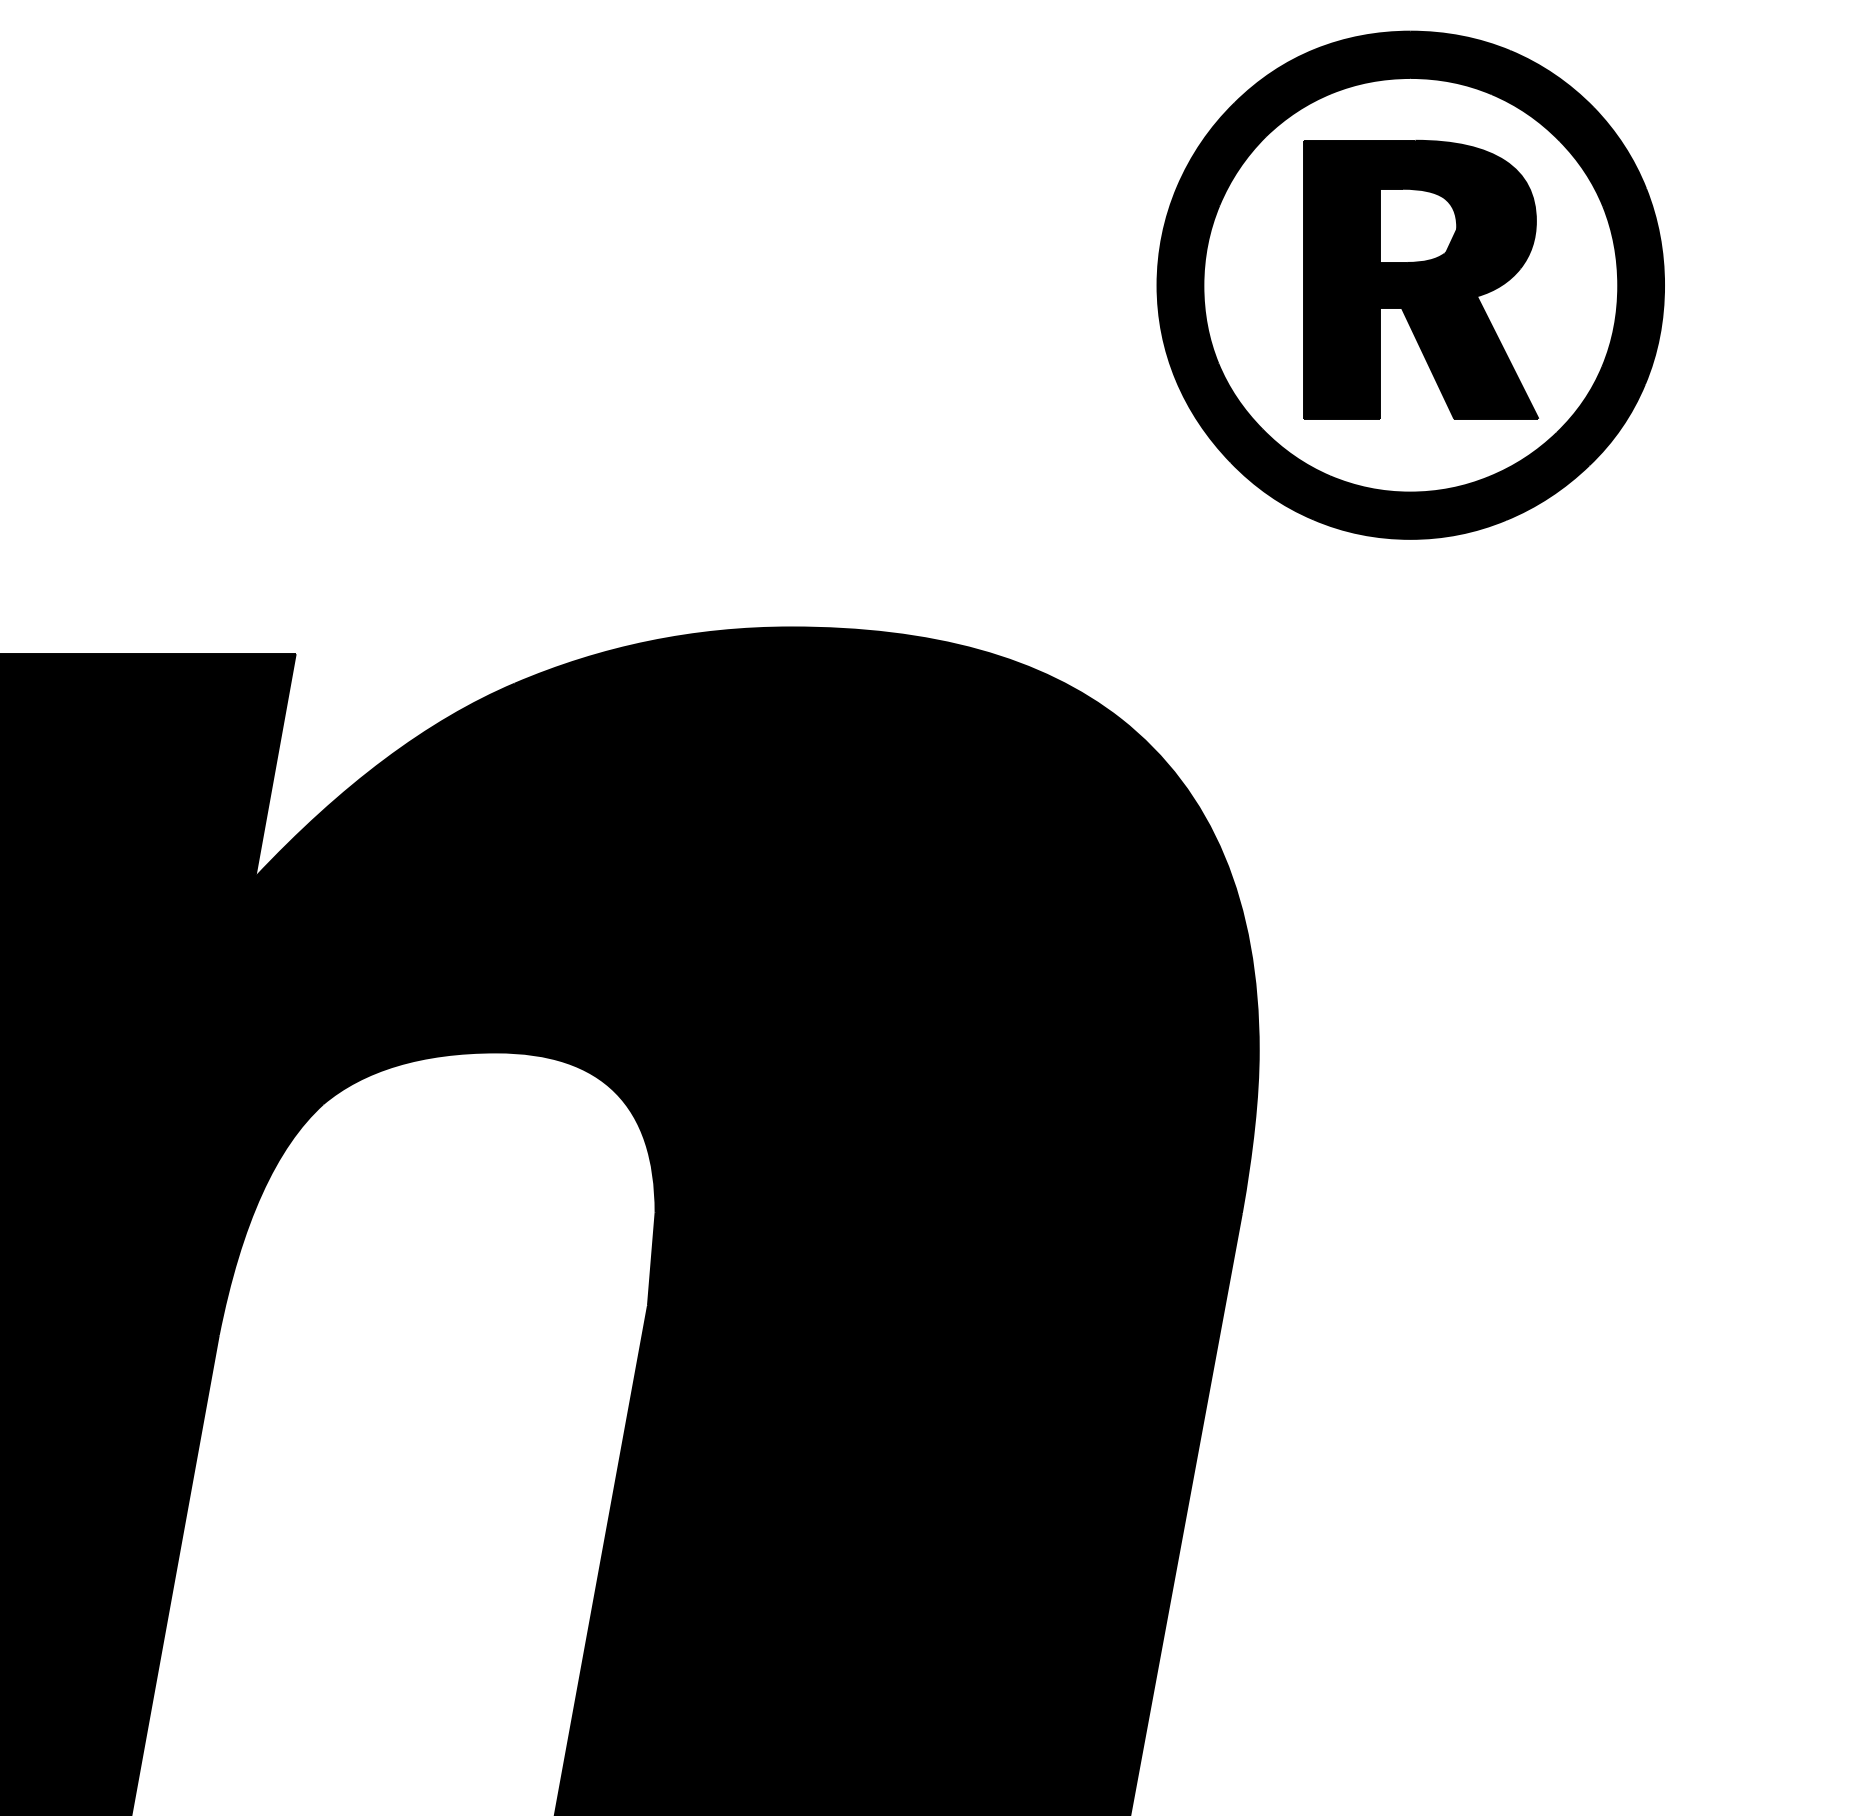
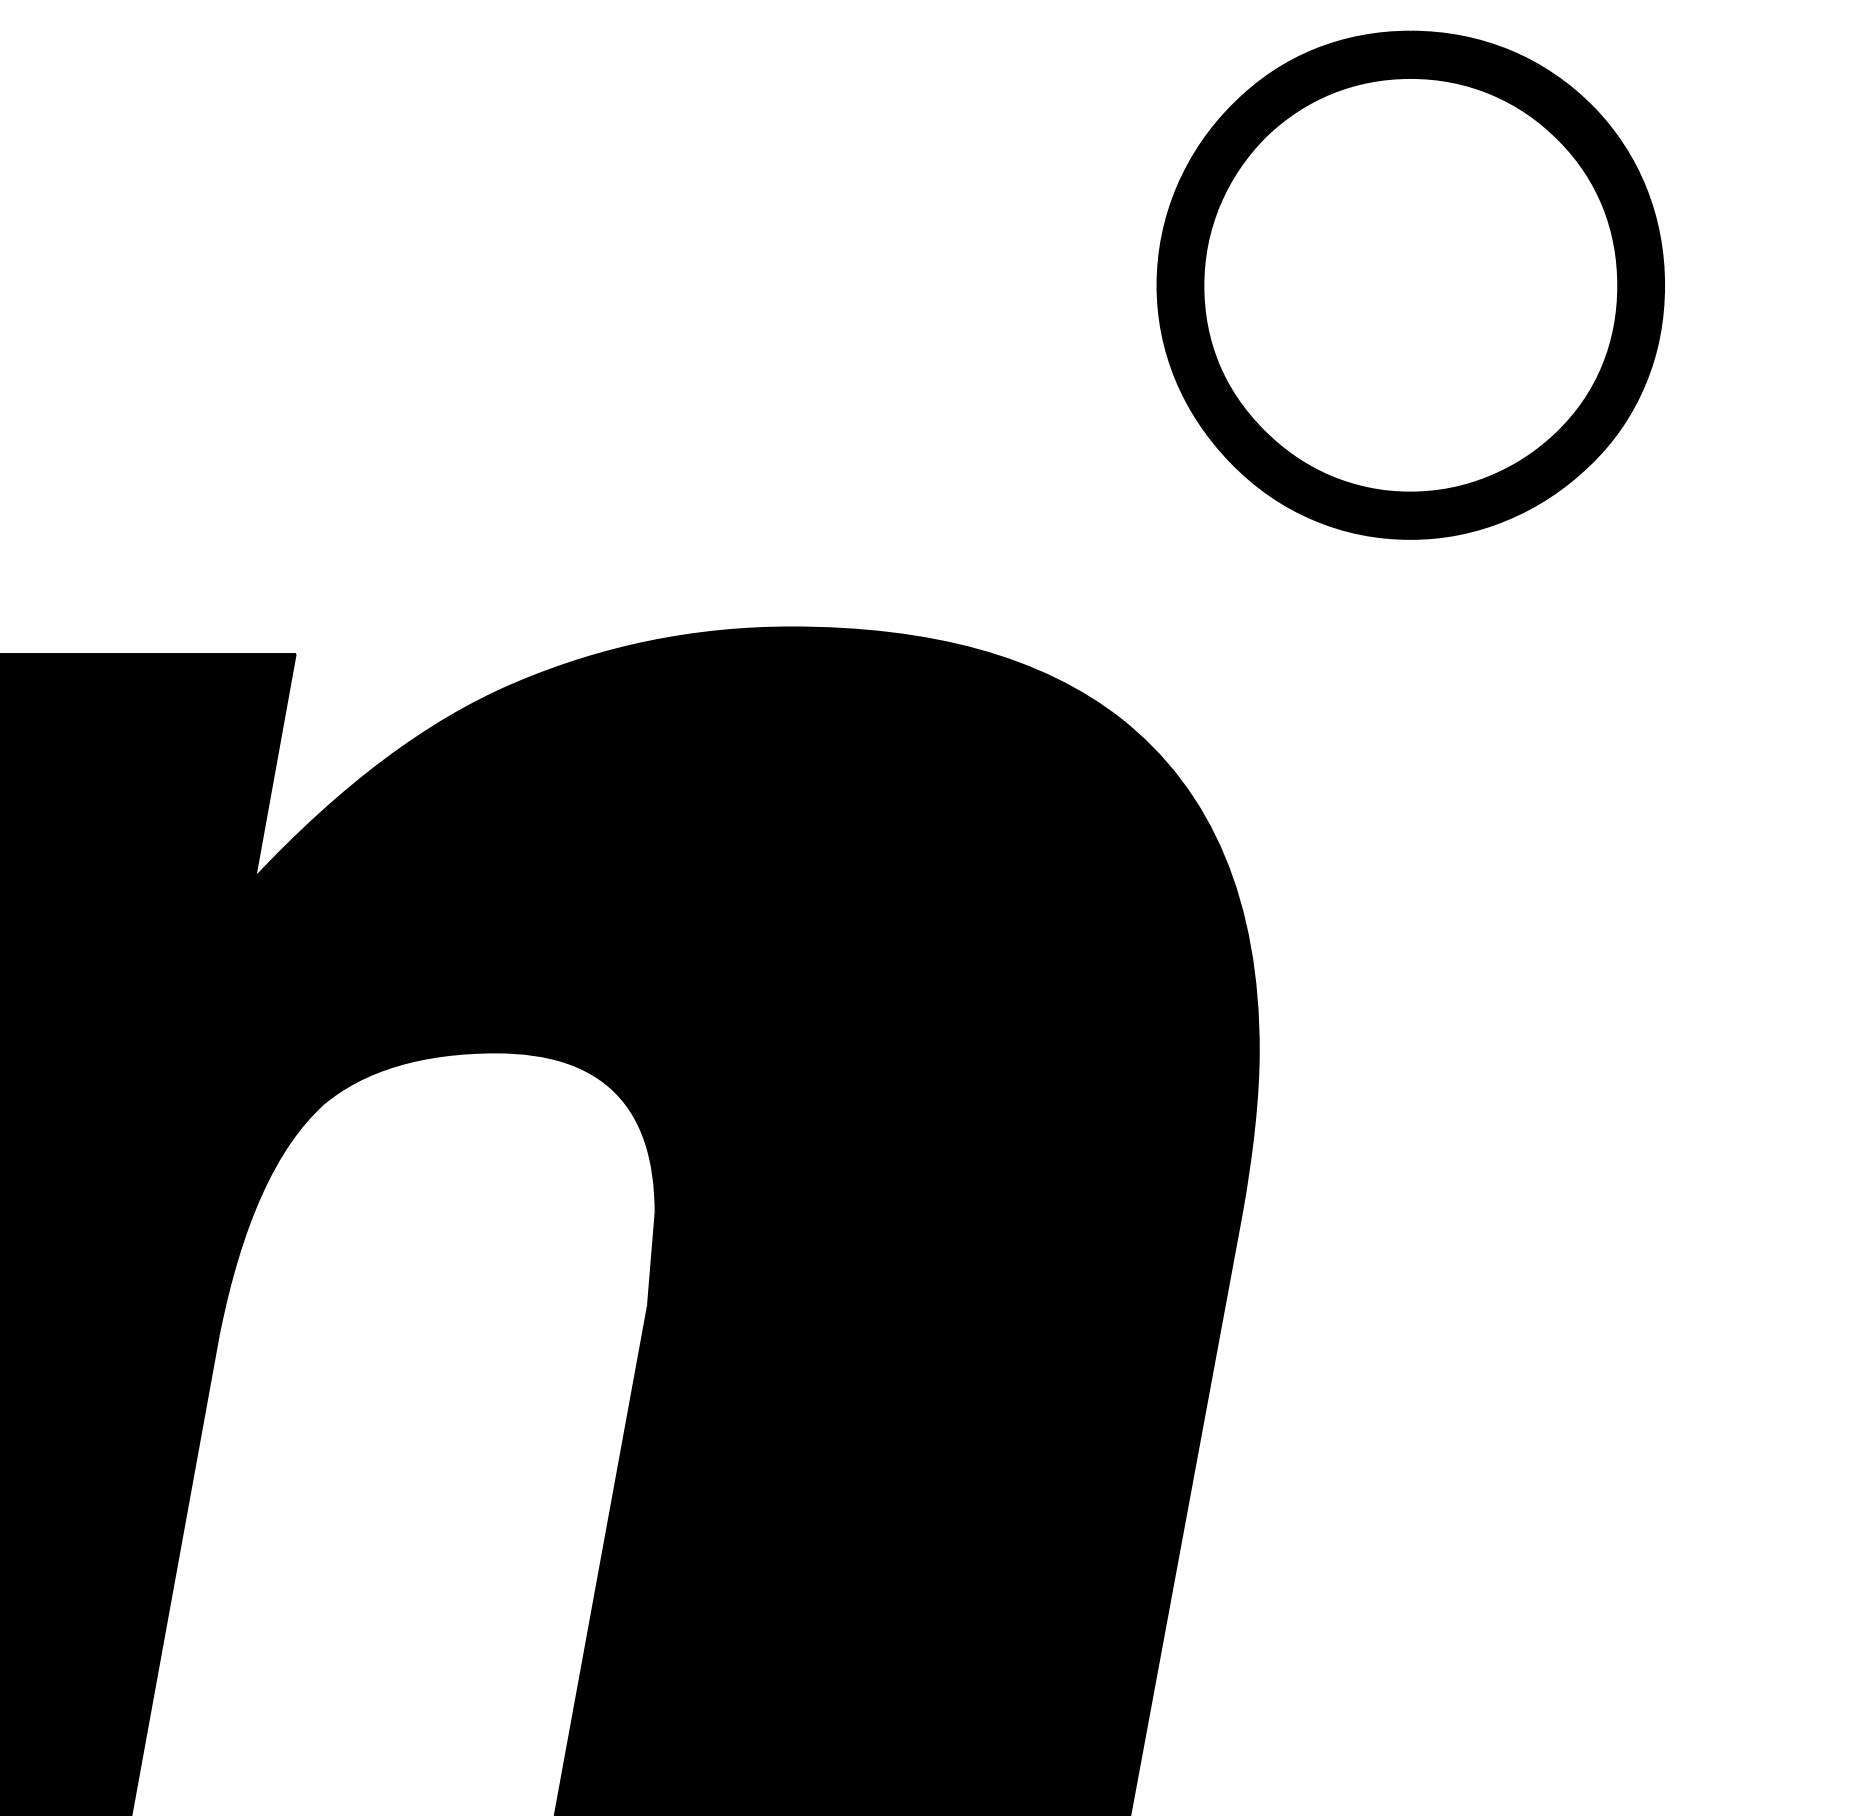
part at (1421, 279): present -> none
